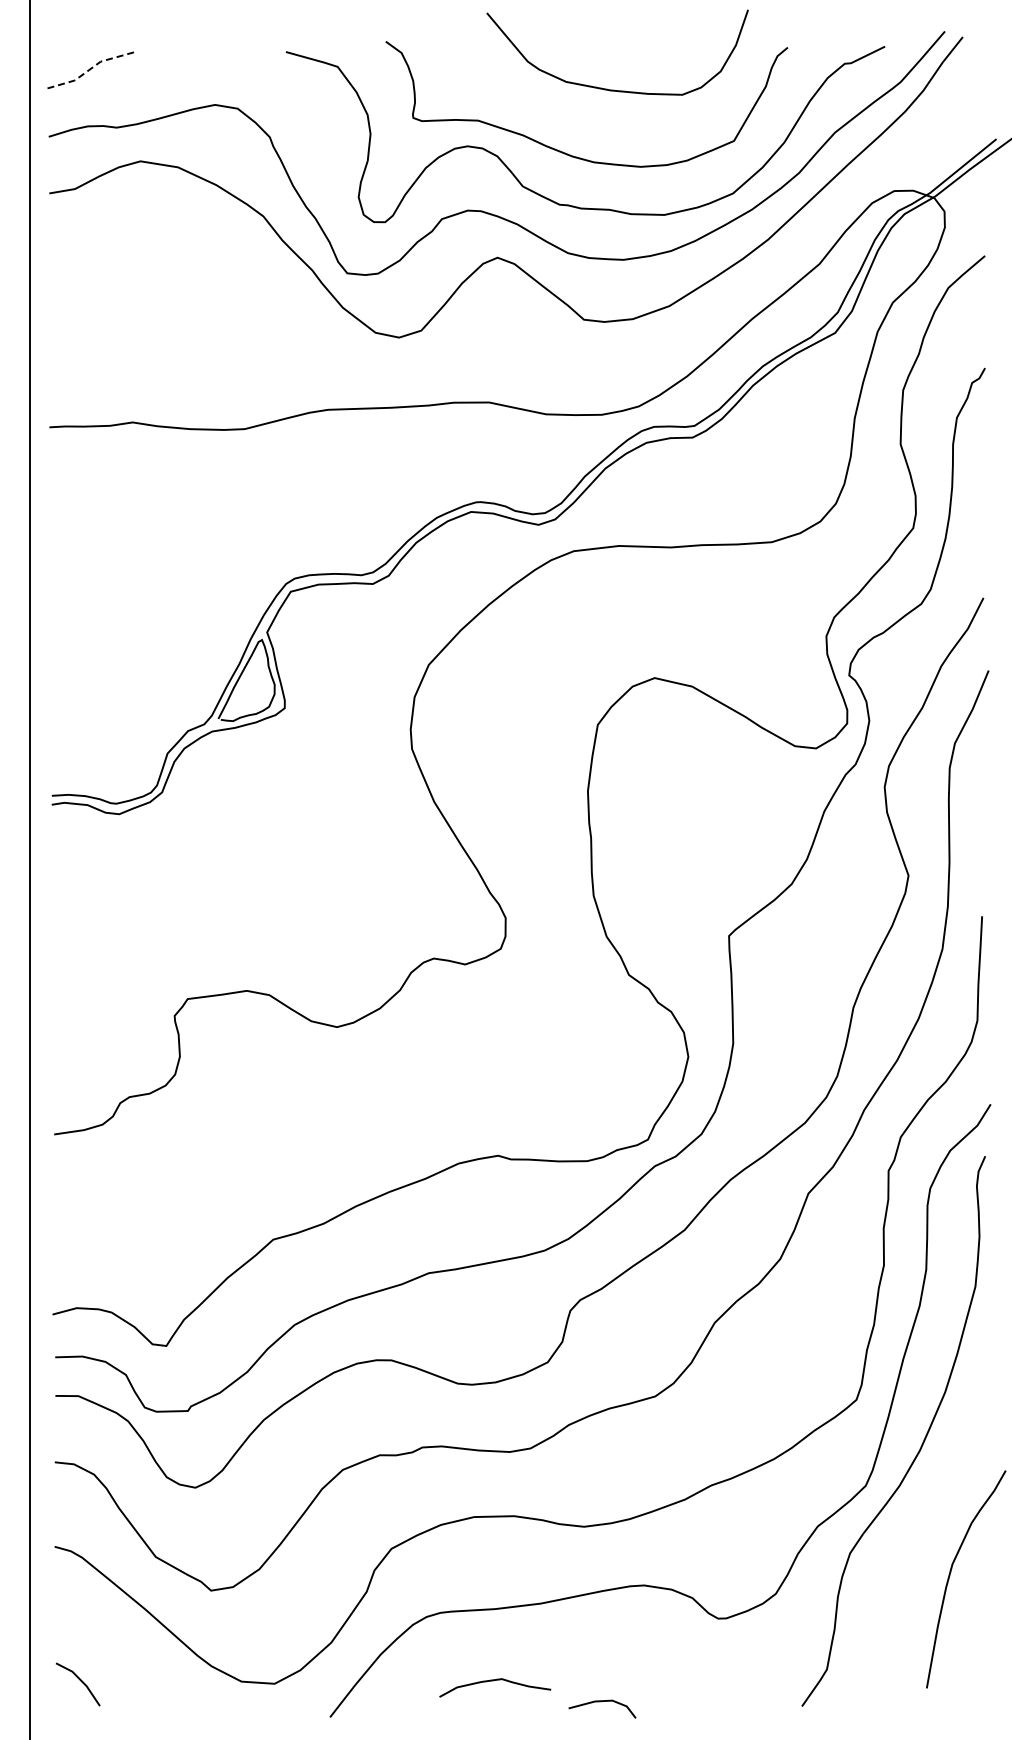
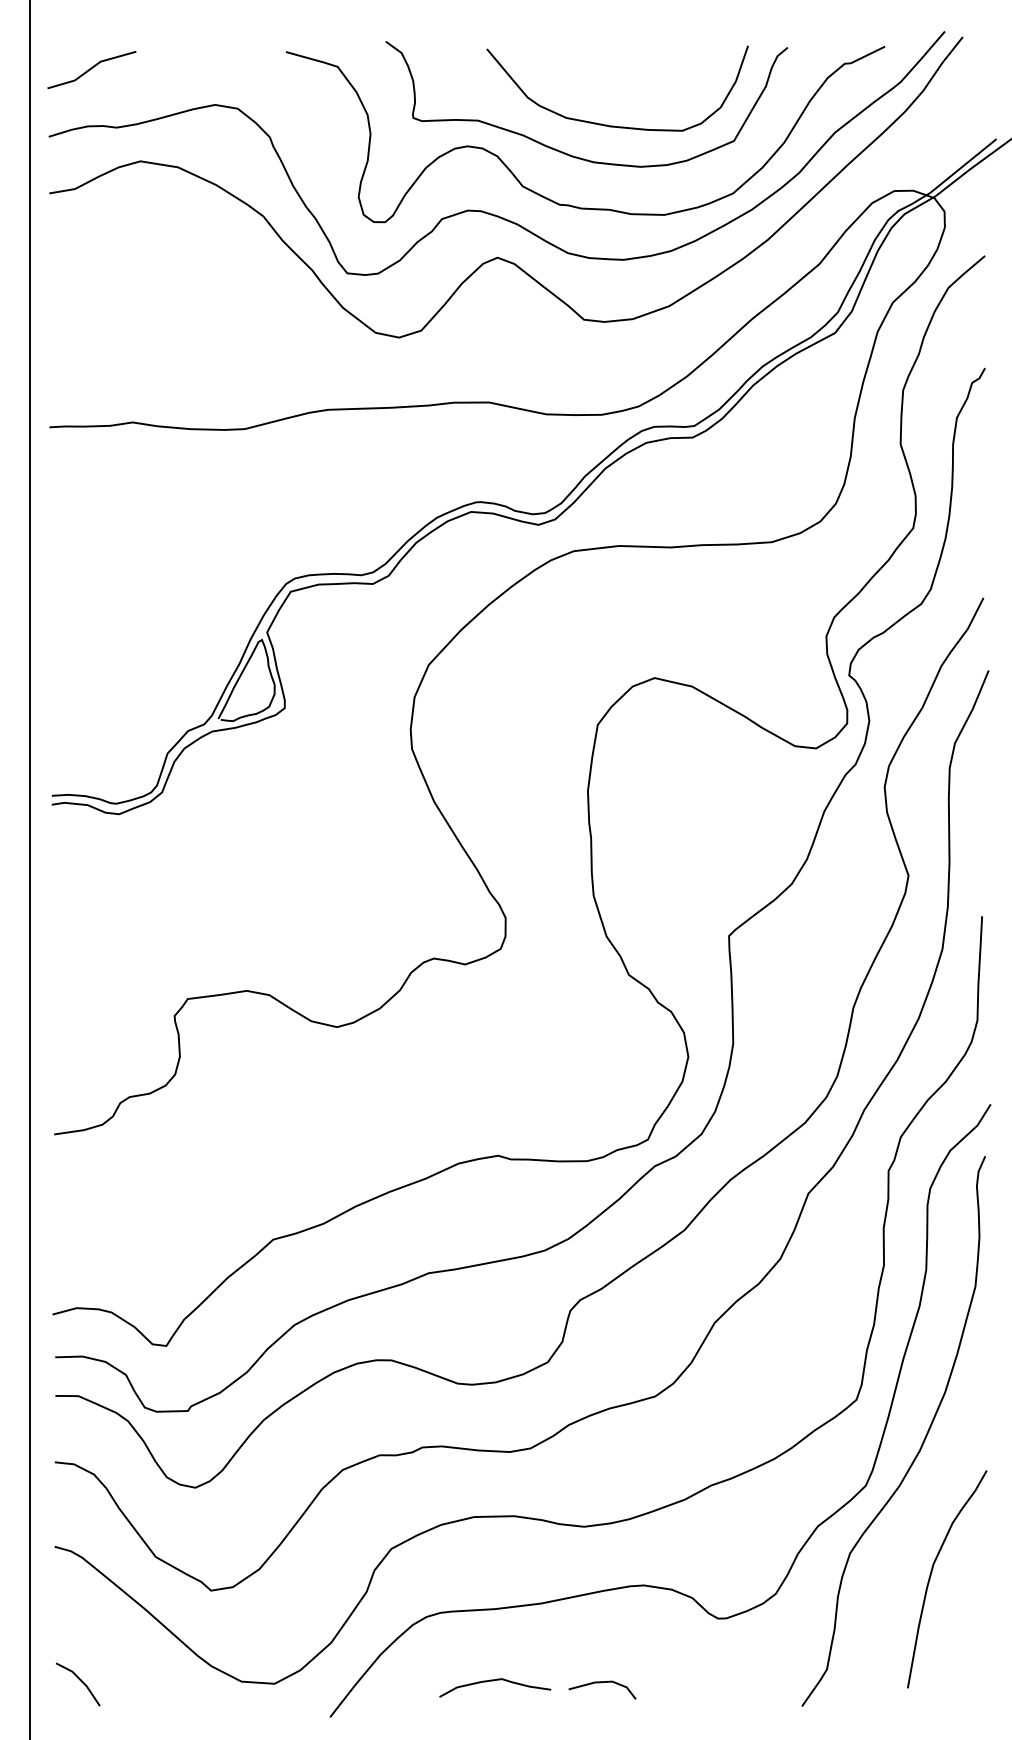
line at (91, 68): dashed -> solid
curve at (614, 89) position: (614, 89) -> (614, 125)
curve at (950, 1576) position: (950, 1576) -> (931, 1576)
line at (601, 1702) position: (601, 1702) -> (601, 1683)
